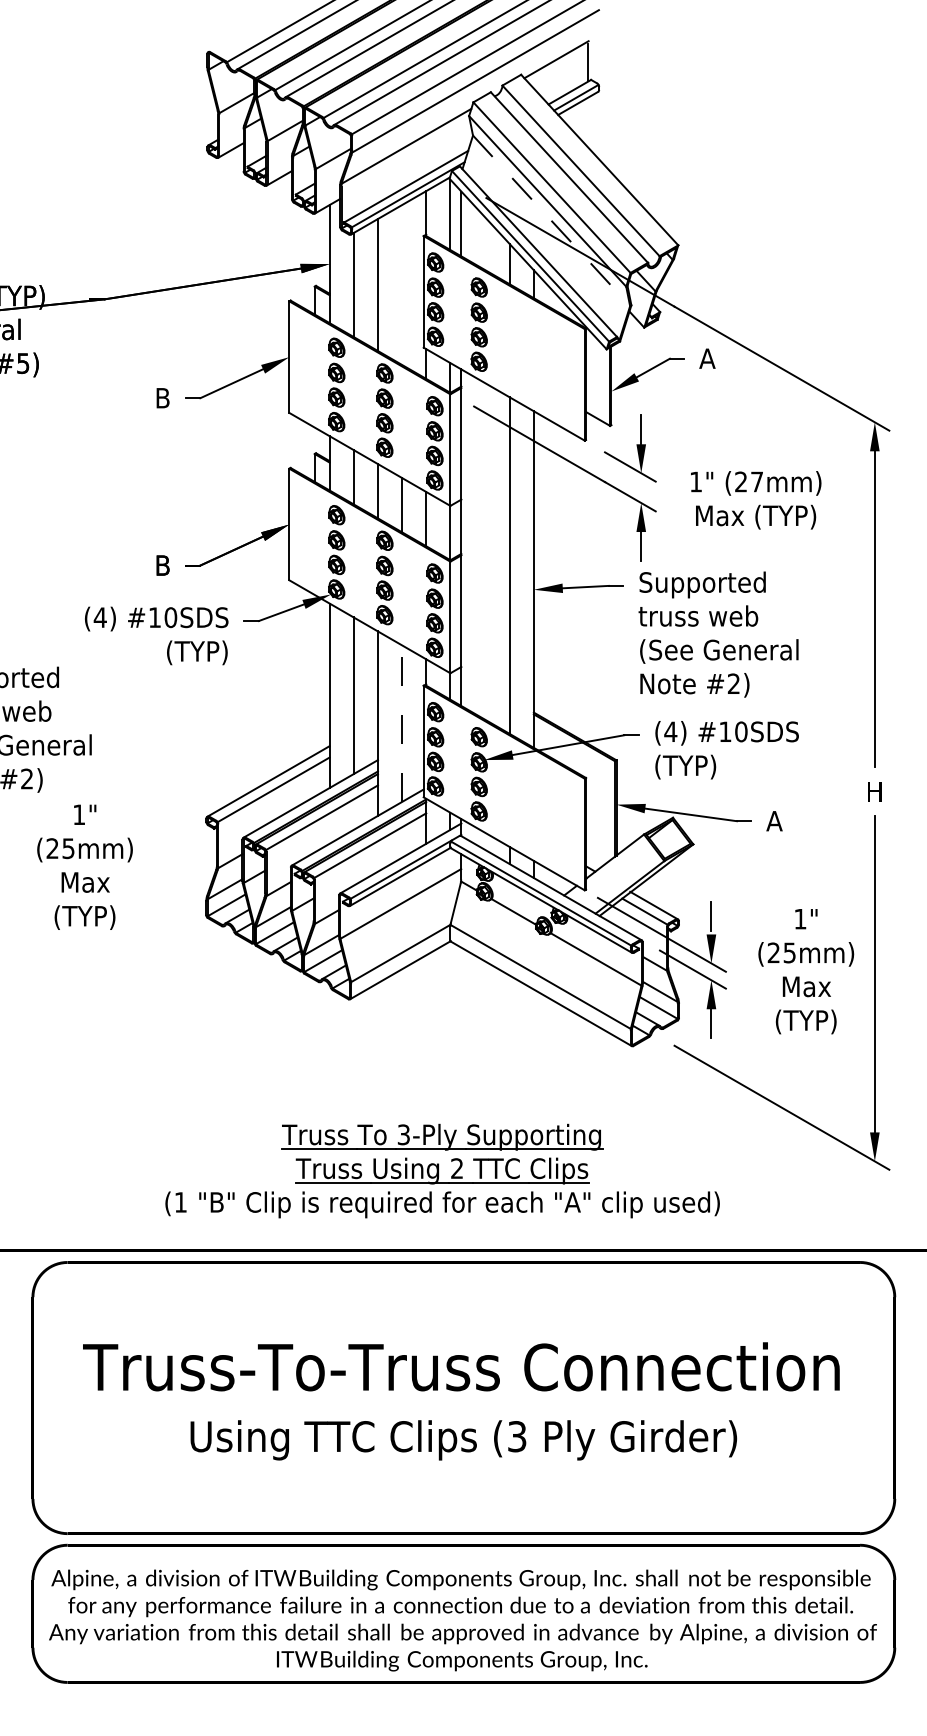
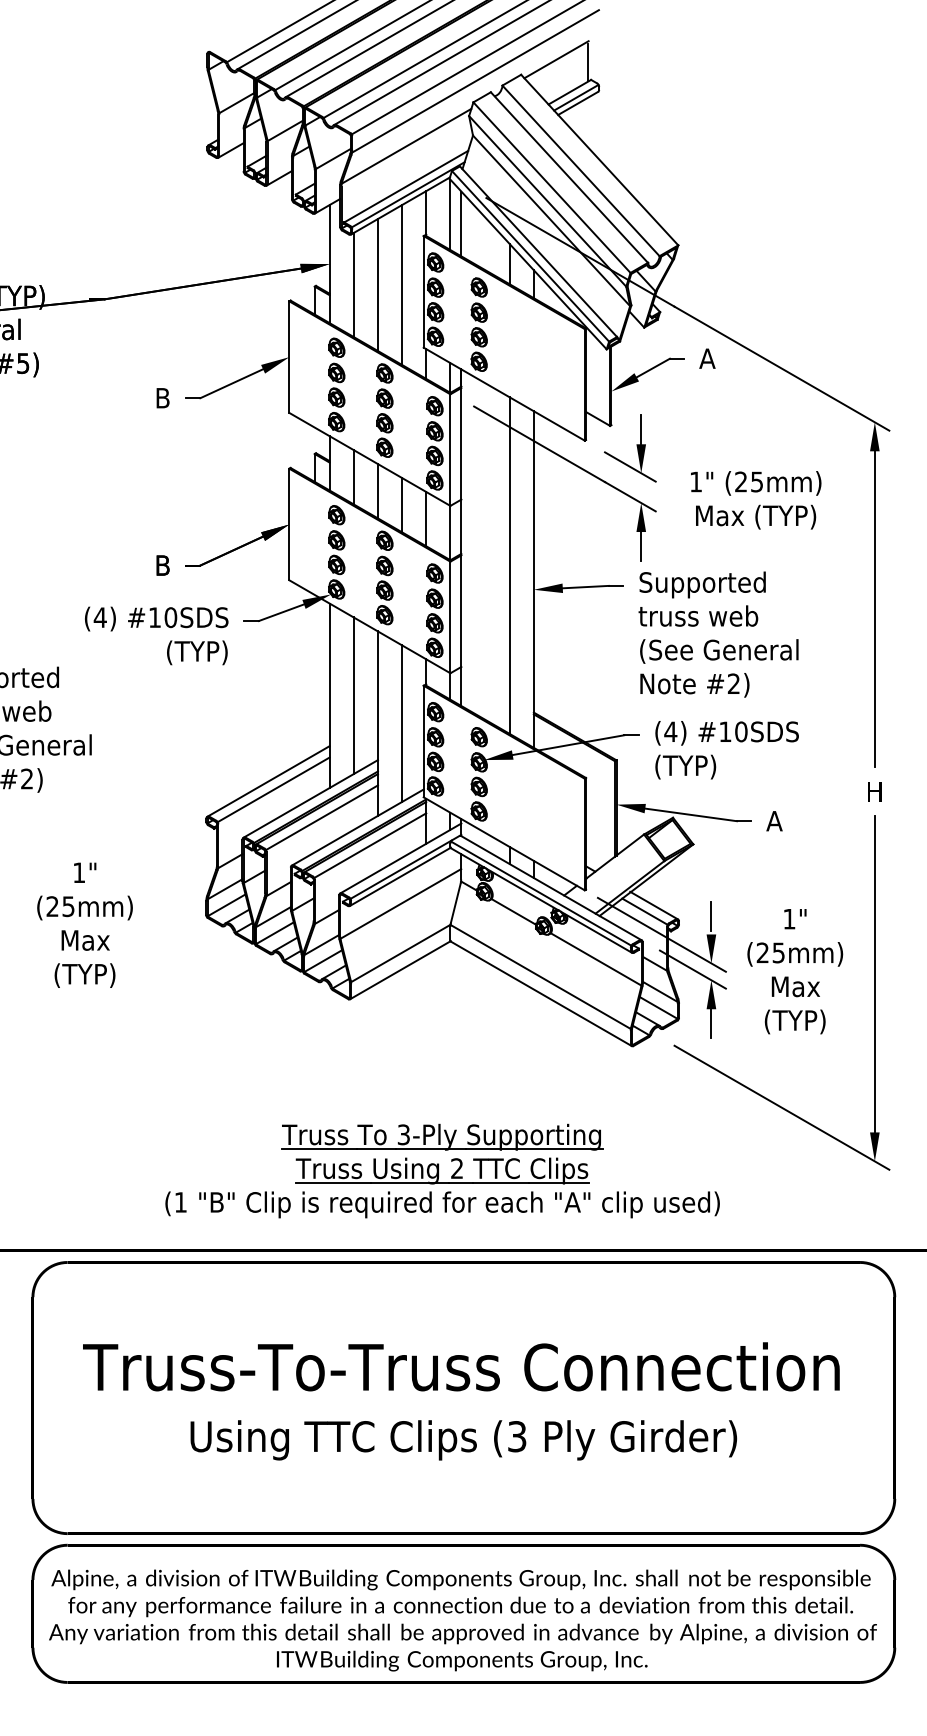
line at (551, 220): dashed -> solid
line at (402, 284): none -> present
text at (756, 481): (27mm) -> (25mm)
line at (402, 723): dashed -> solid
text at (84, 866) position: (84, 866) -> (84, 924)
text at (806, 971) position: (806, 971) -> (795, 971)
